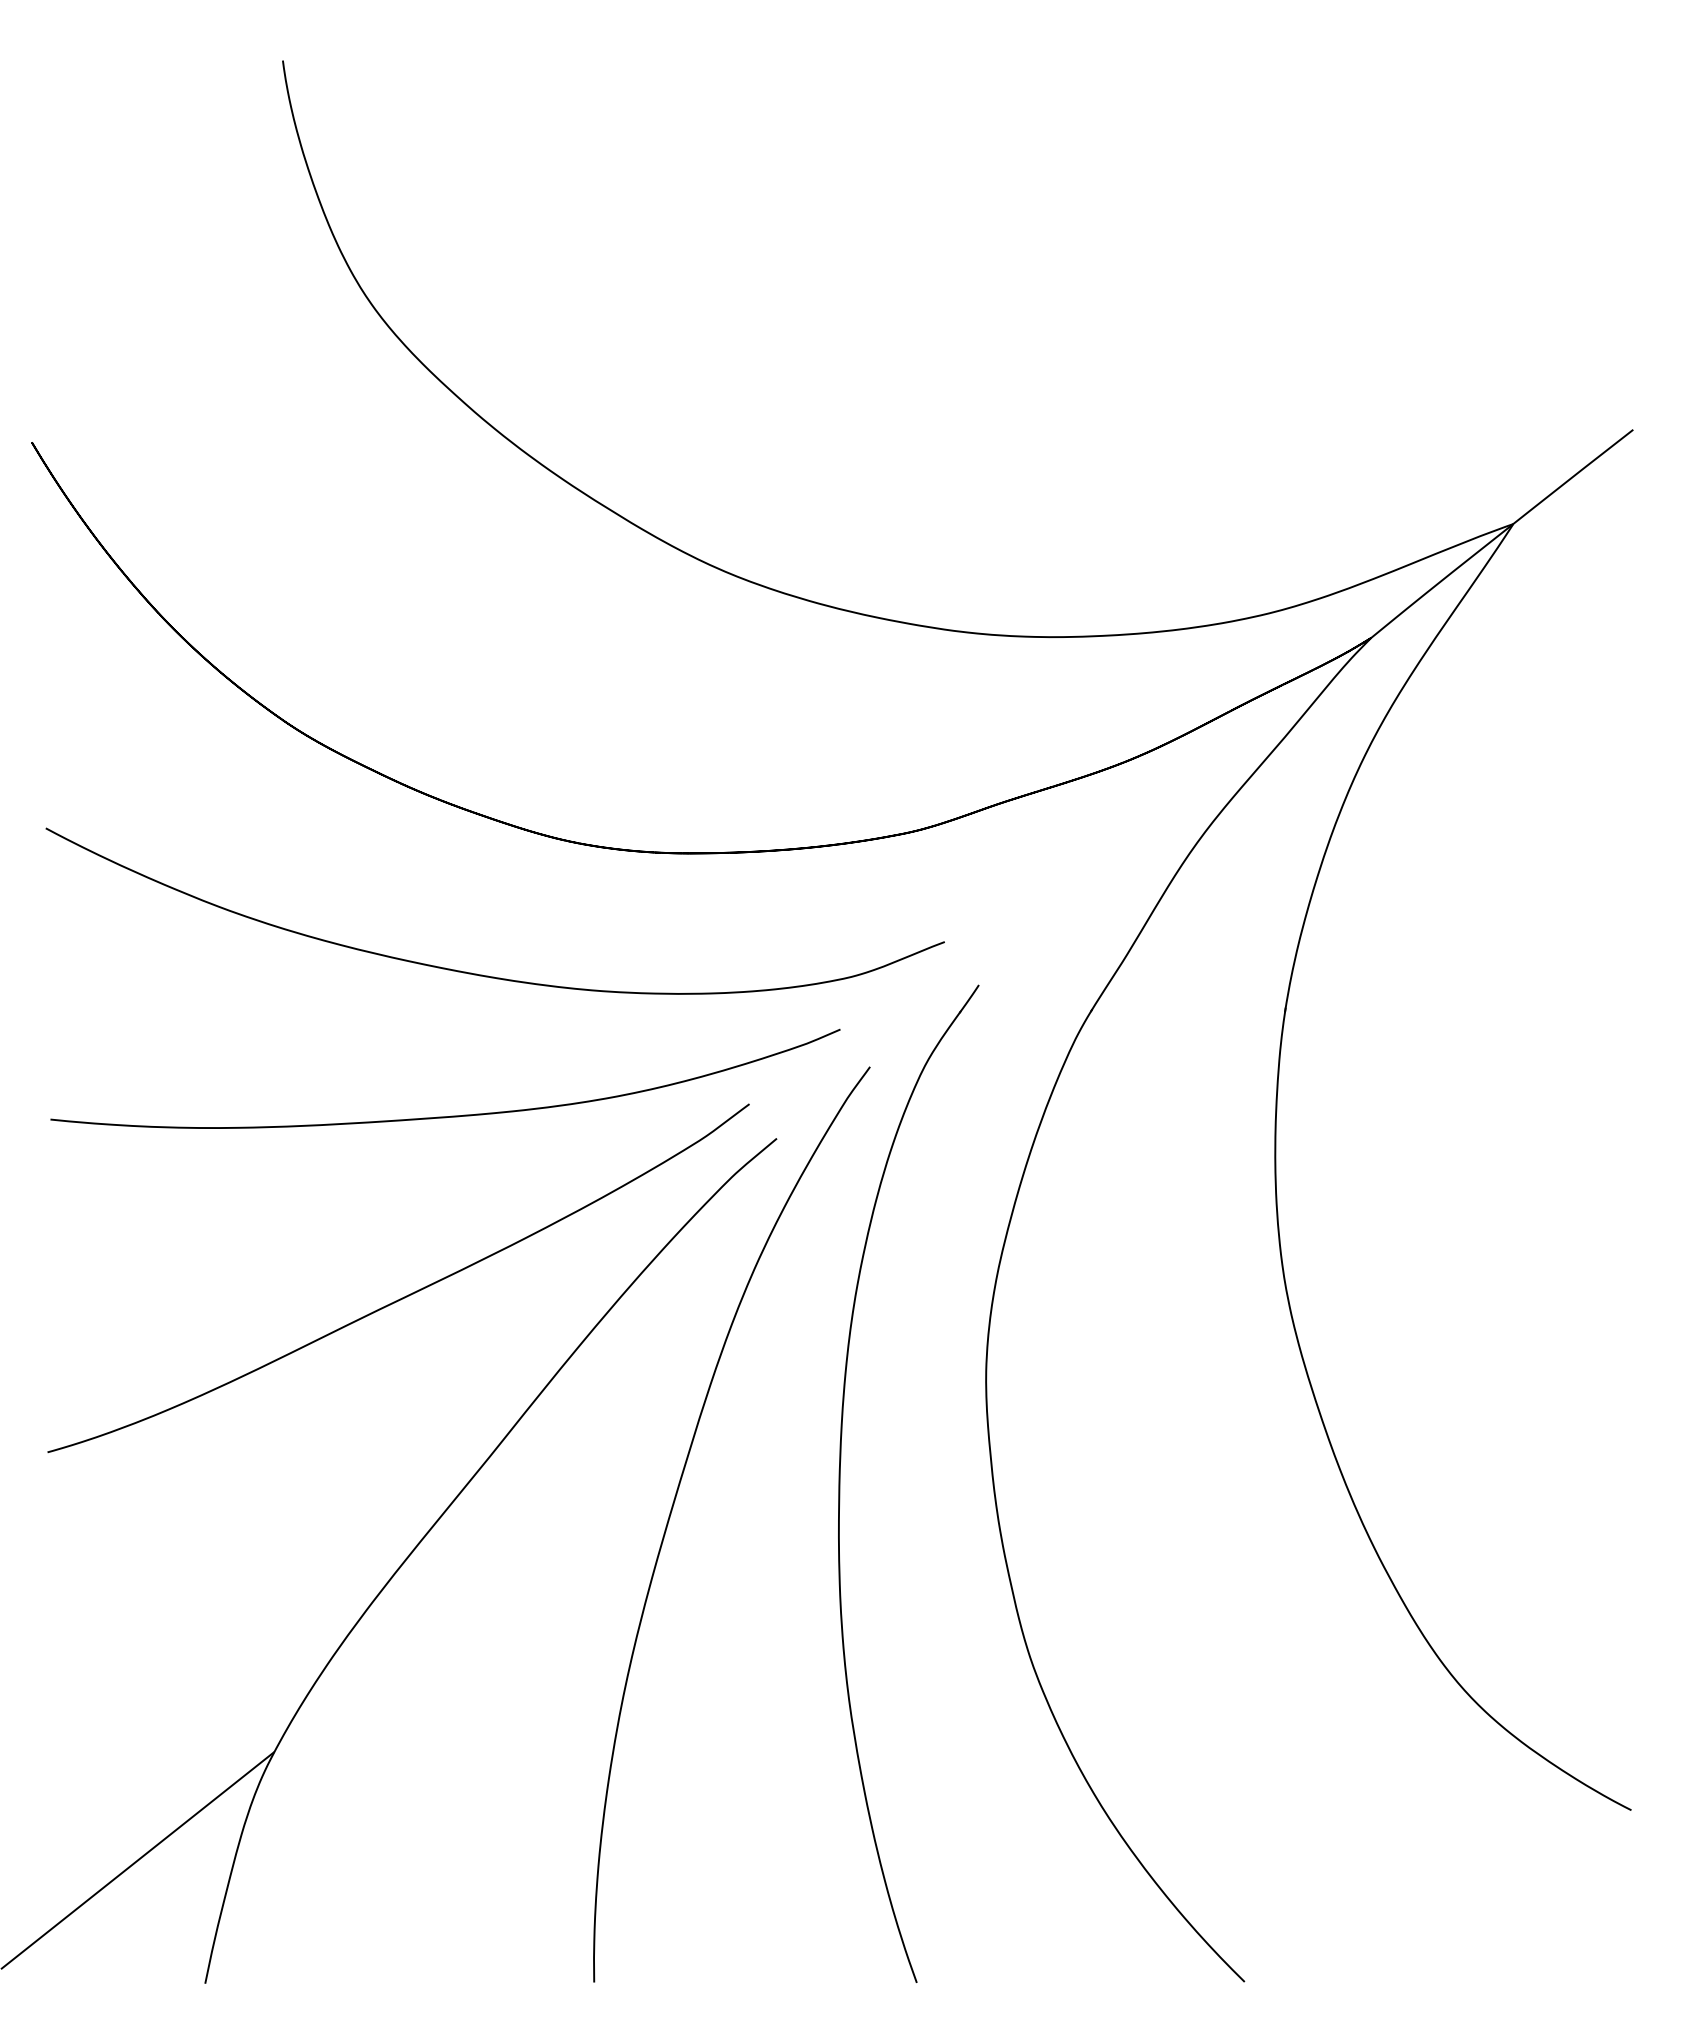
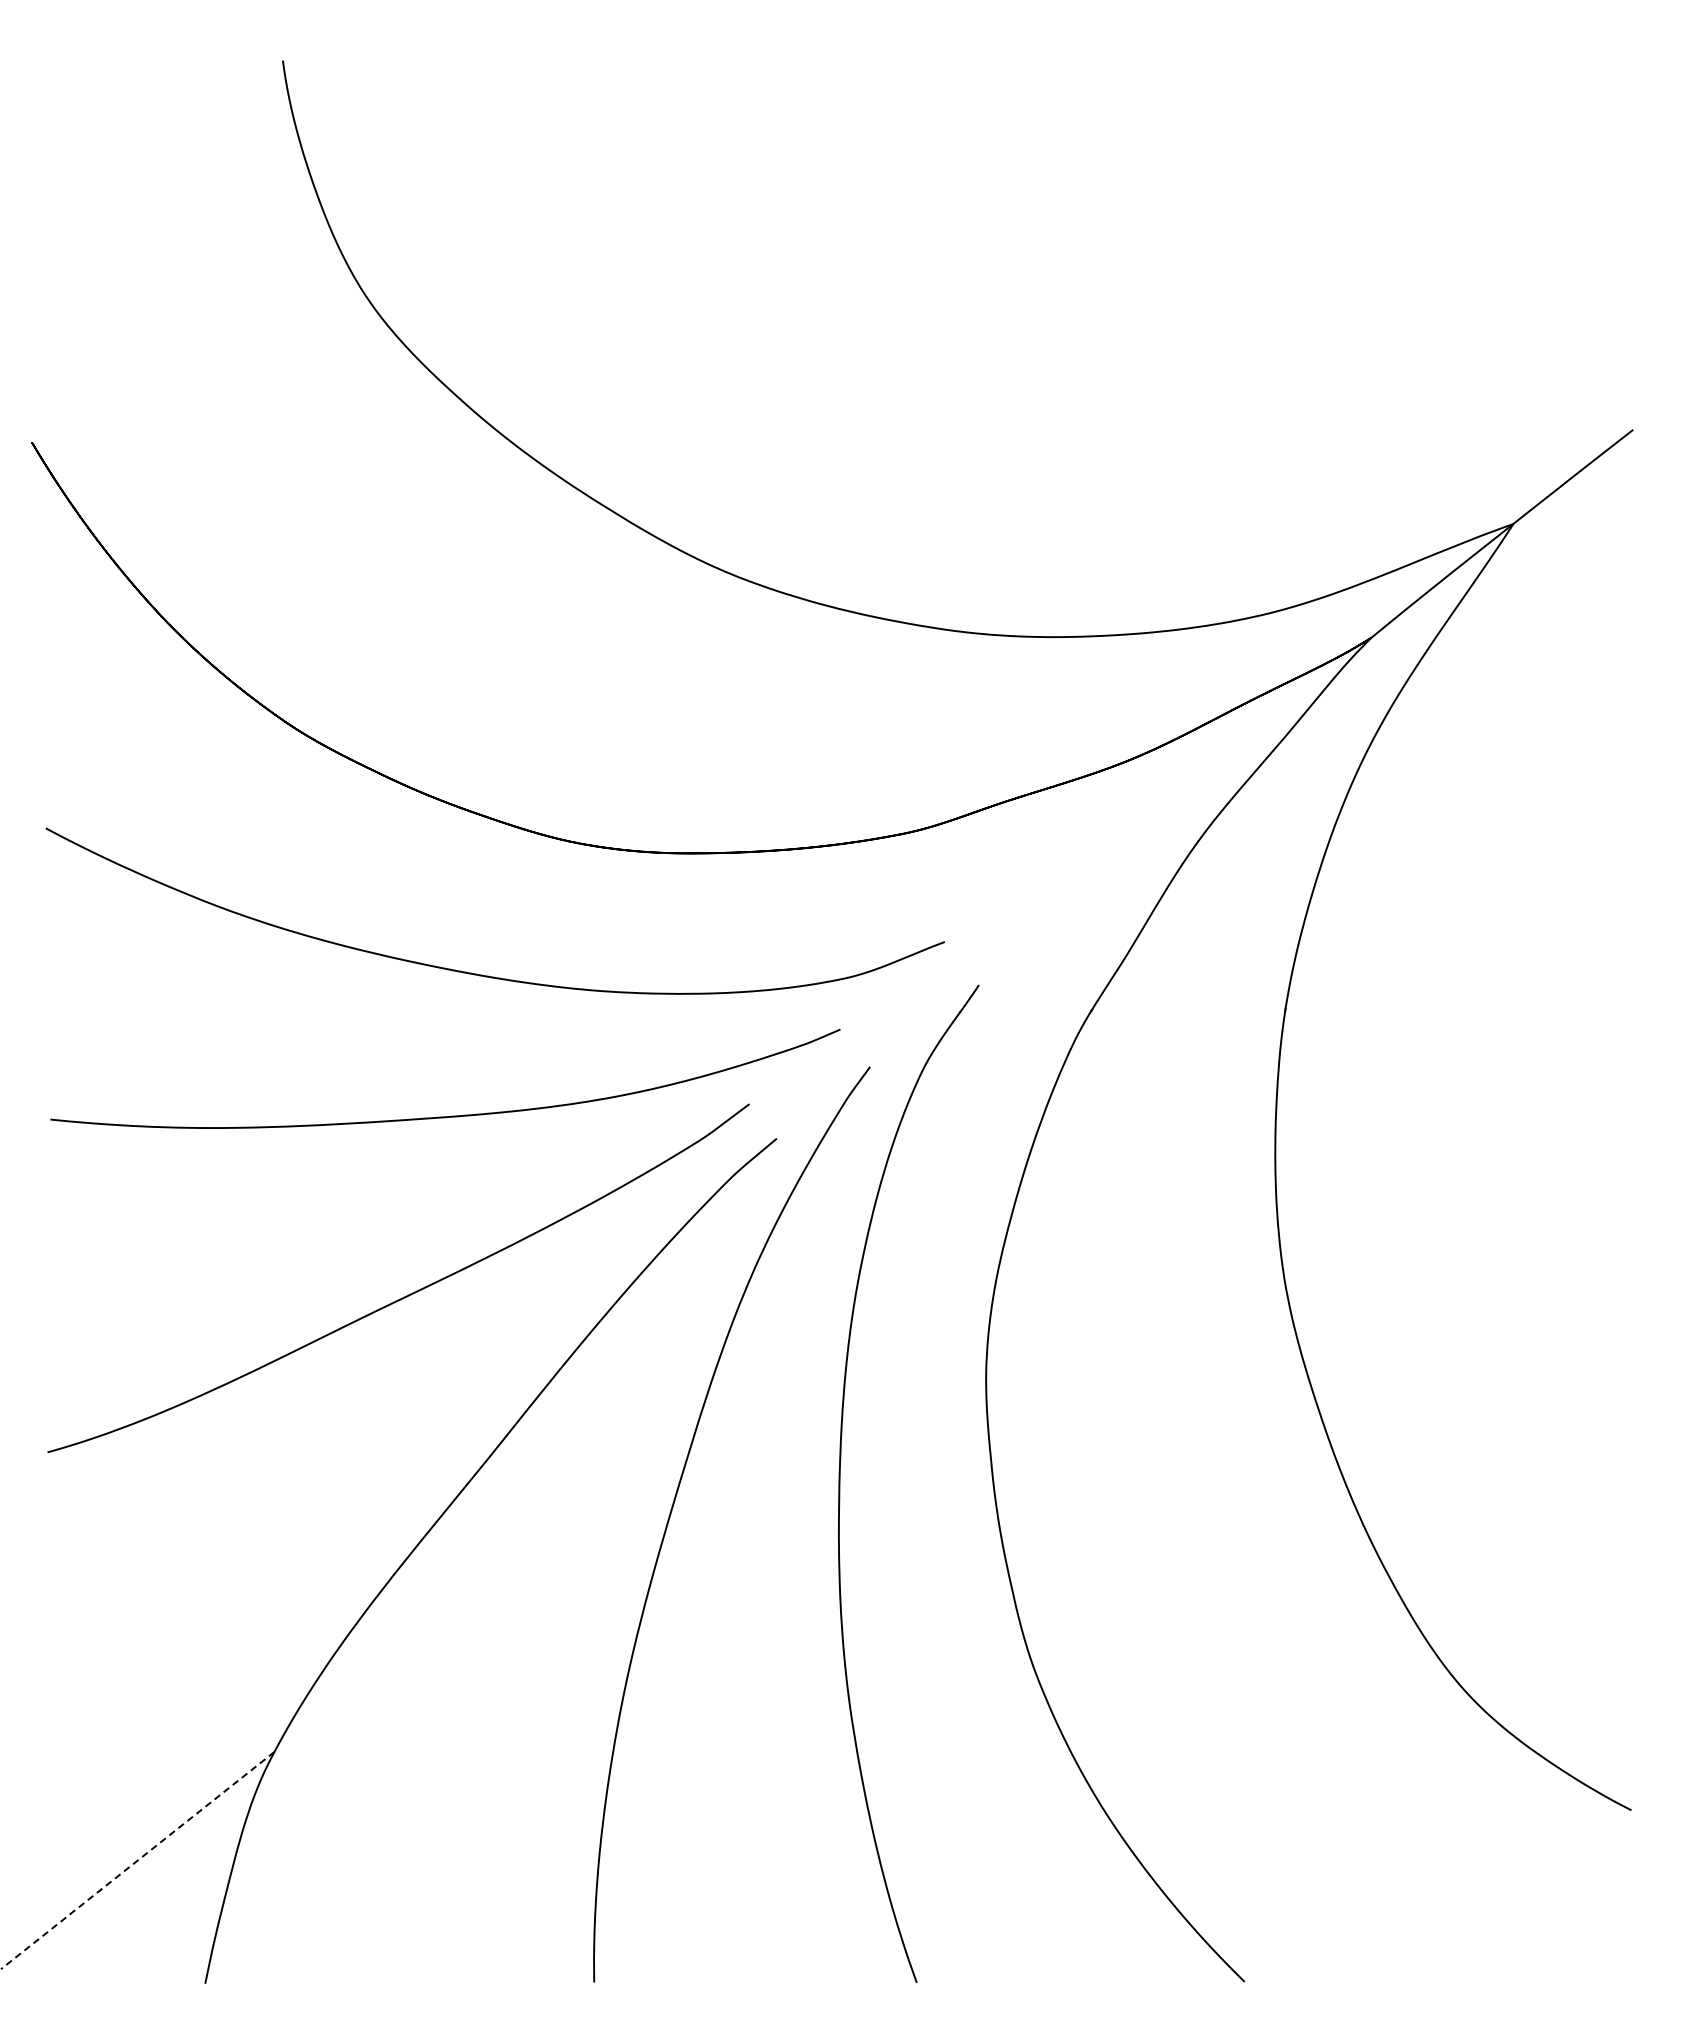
line at (137, 1860): solid -> dashed
